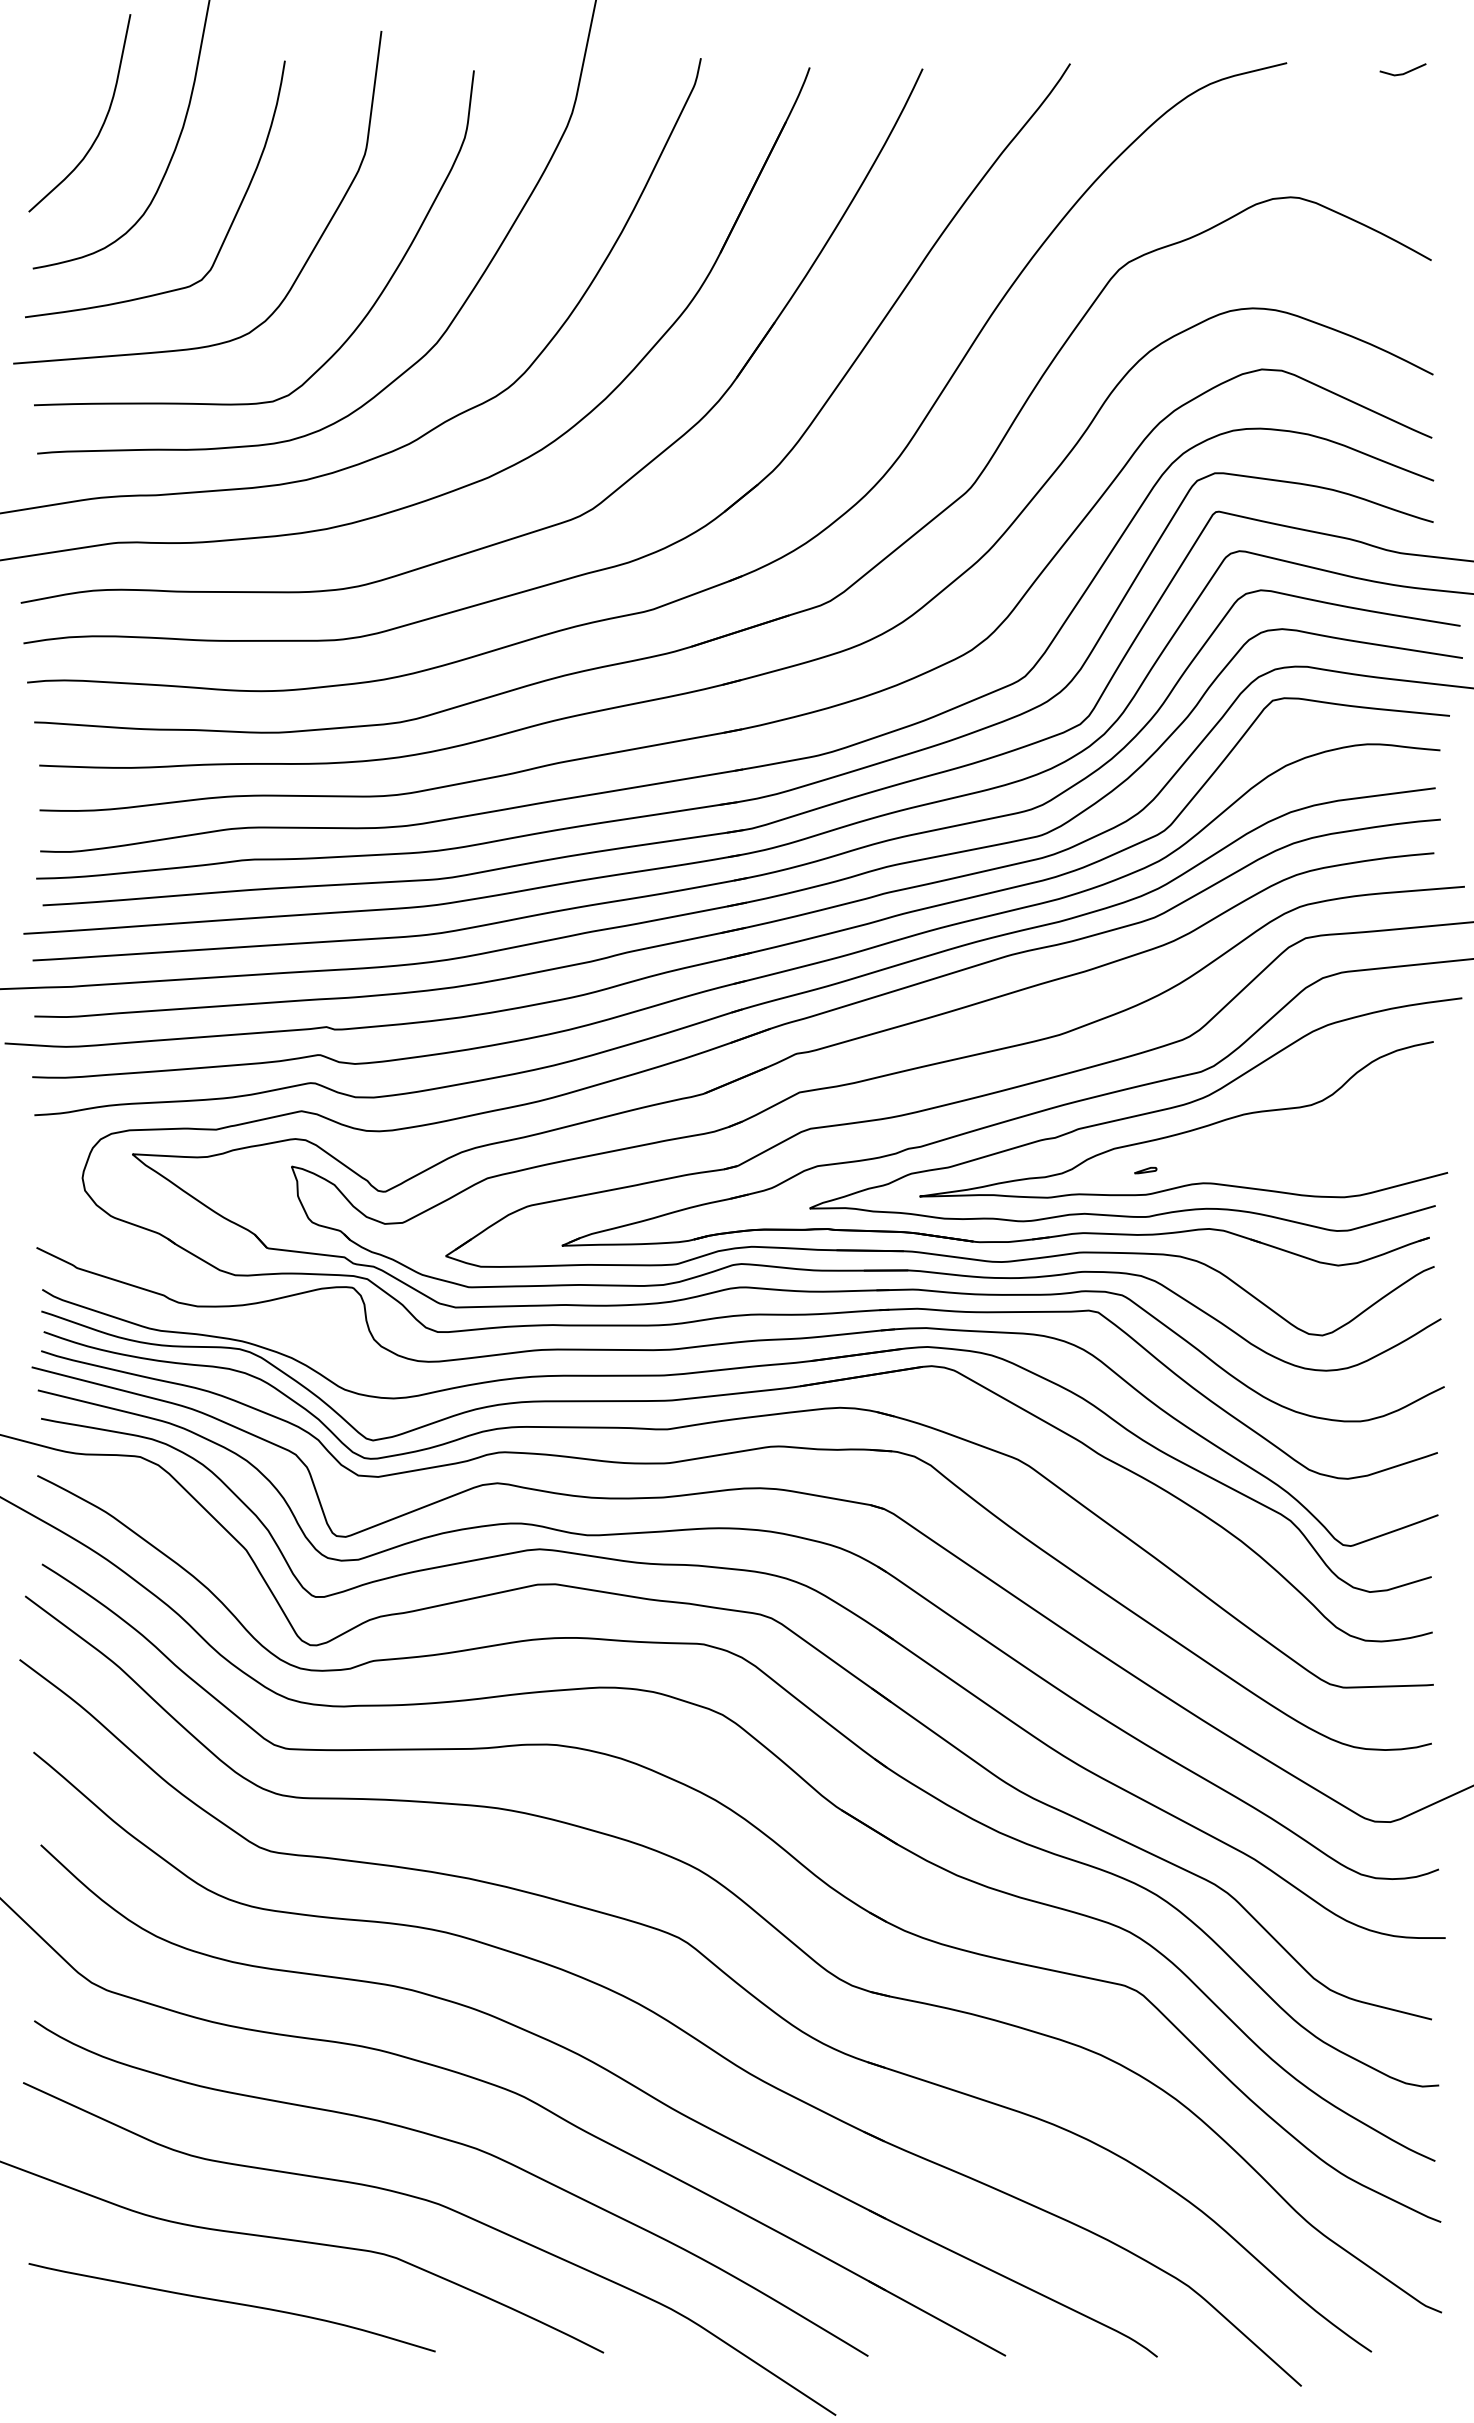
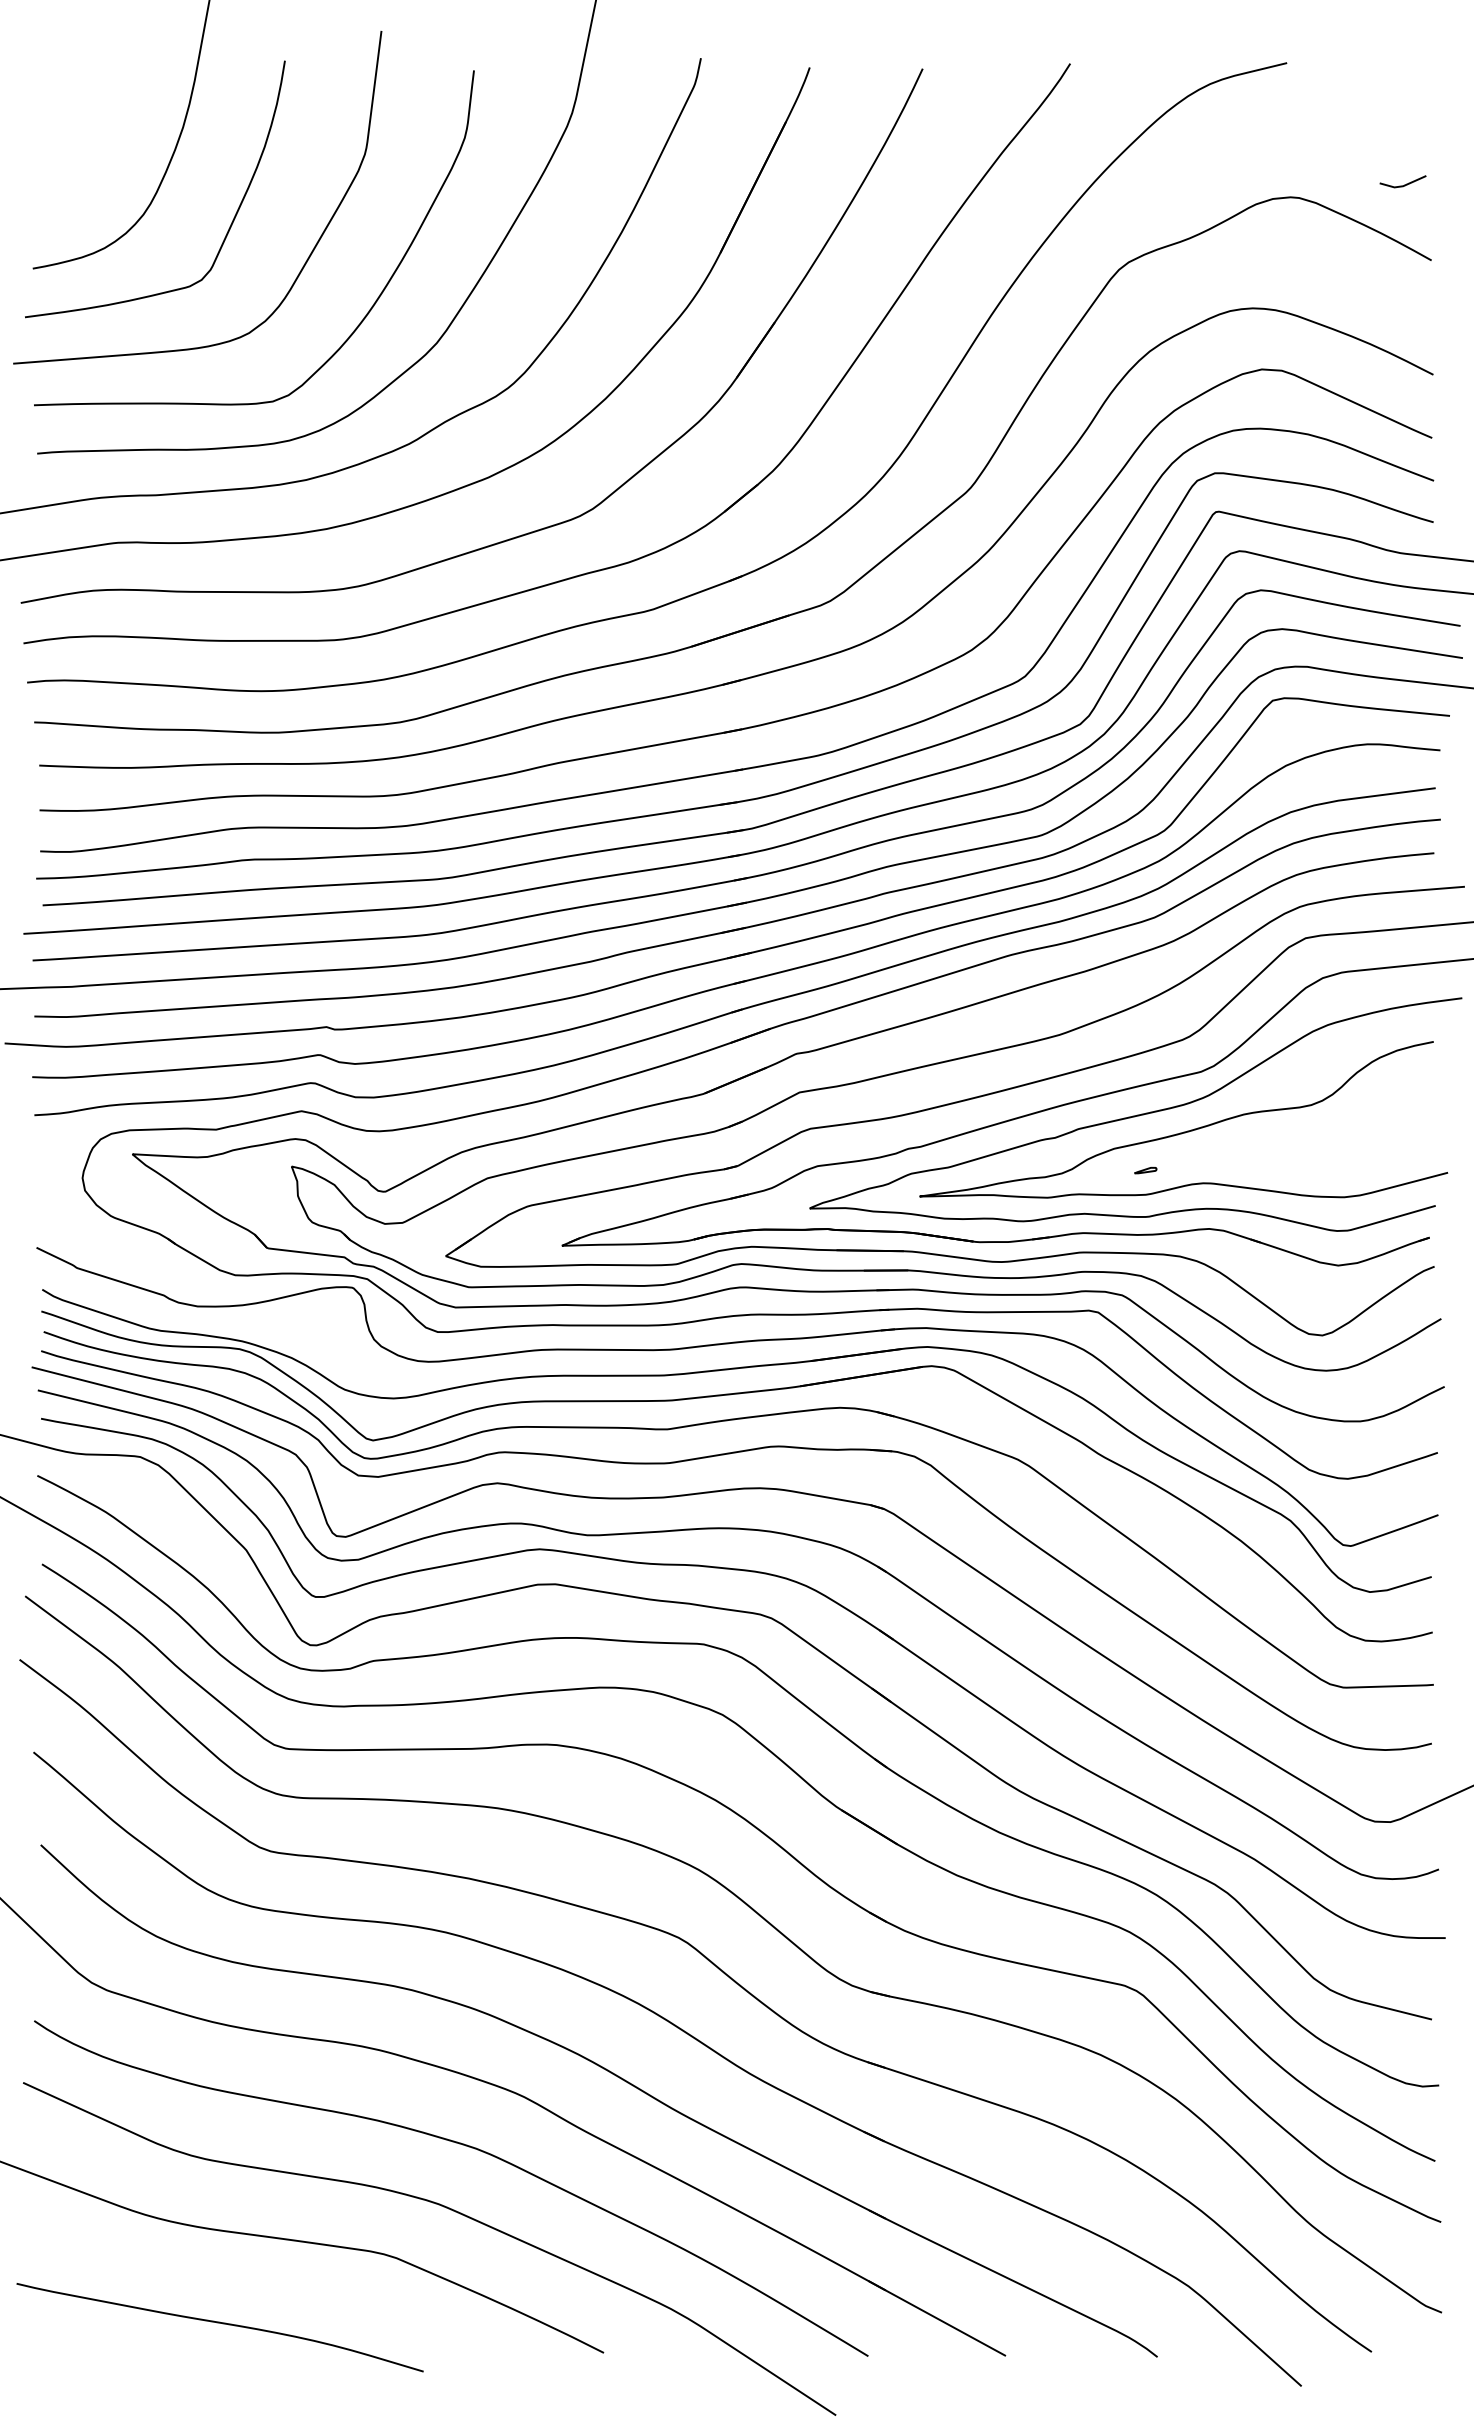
line at (1404, 72) position: (1404, 72) -> (1404, 184)
curve at (101, 125): present -> none
curve at (231, 2303) position: (231, 2303) -> (219, 2323)
